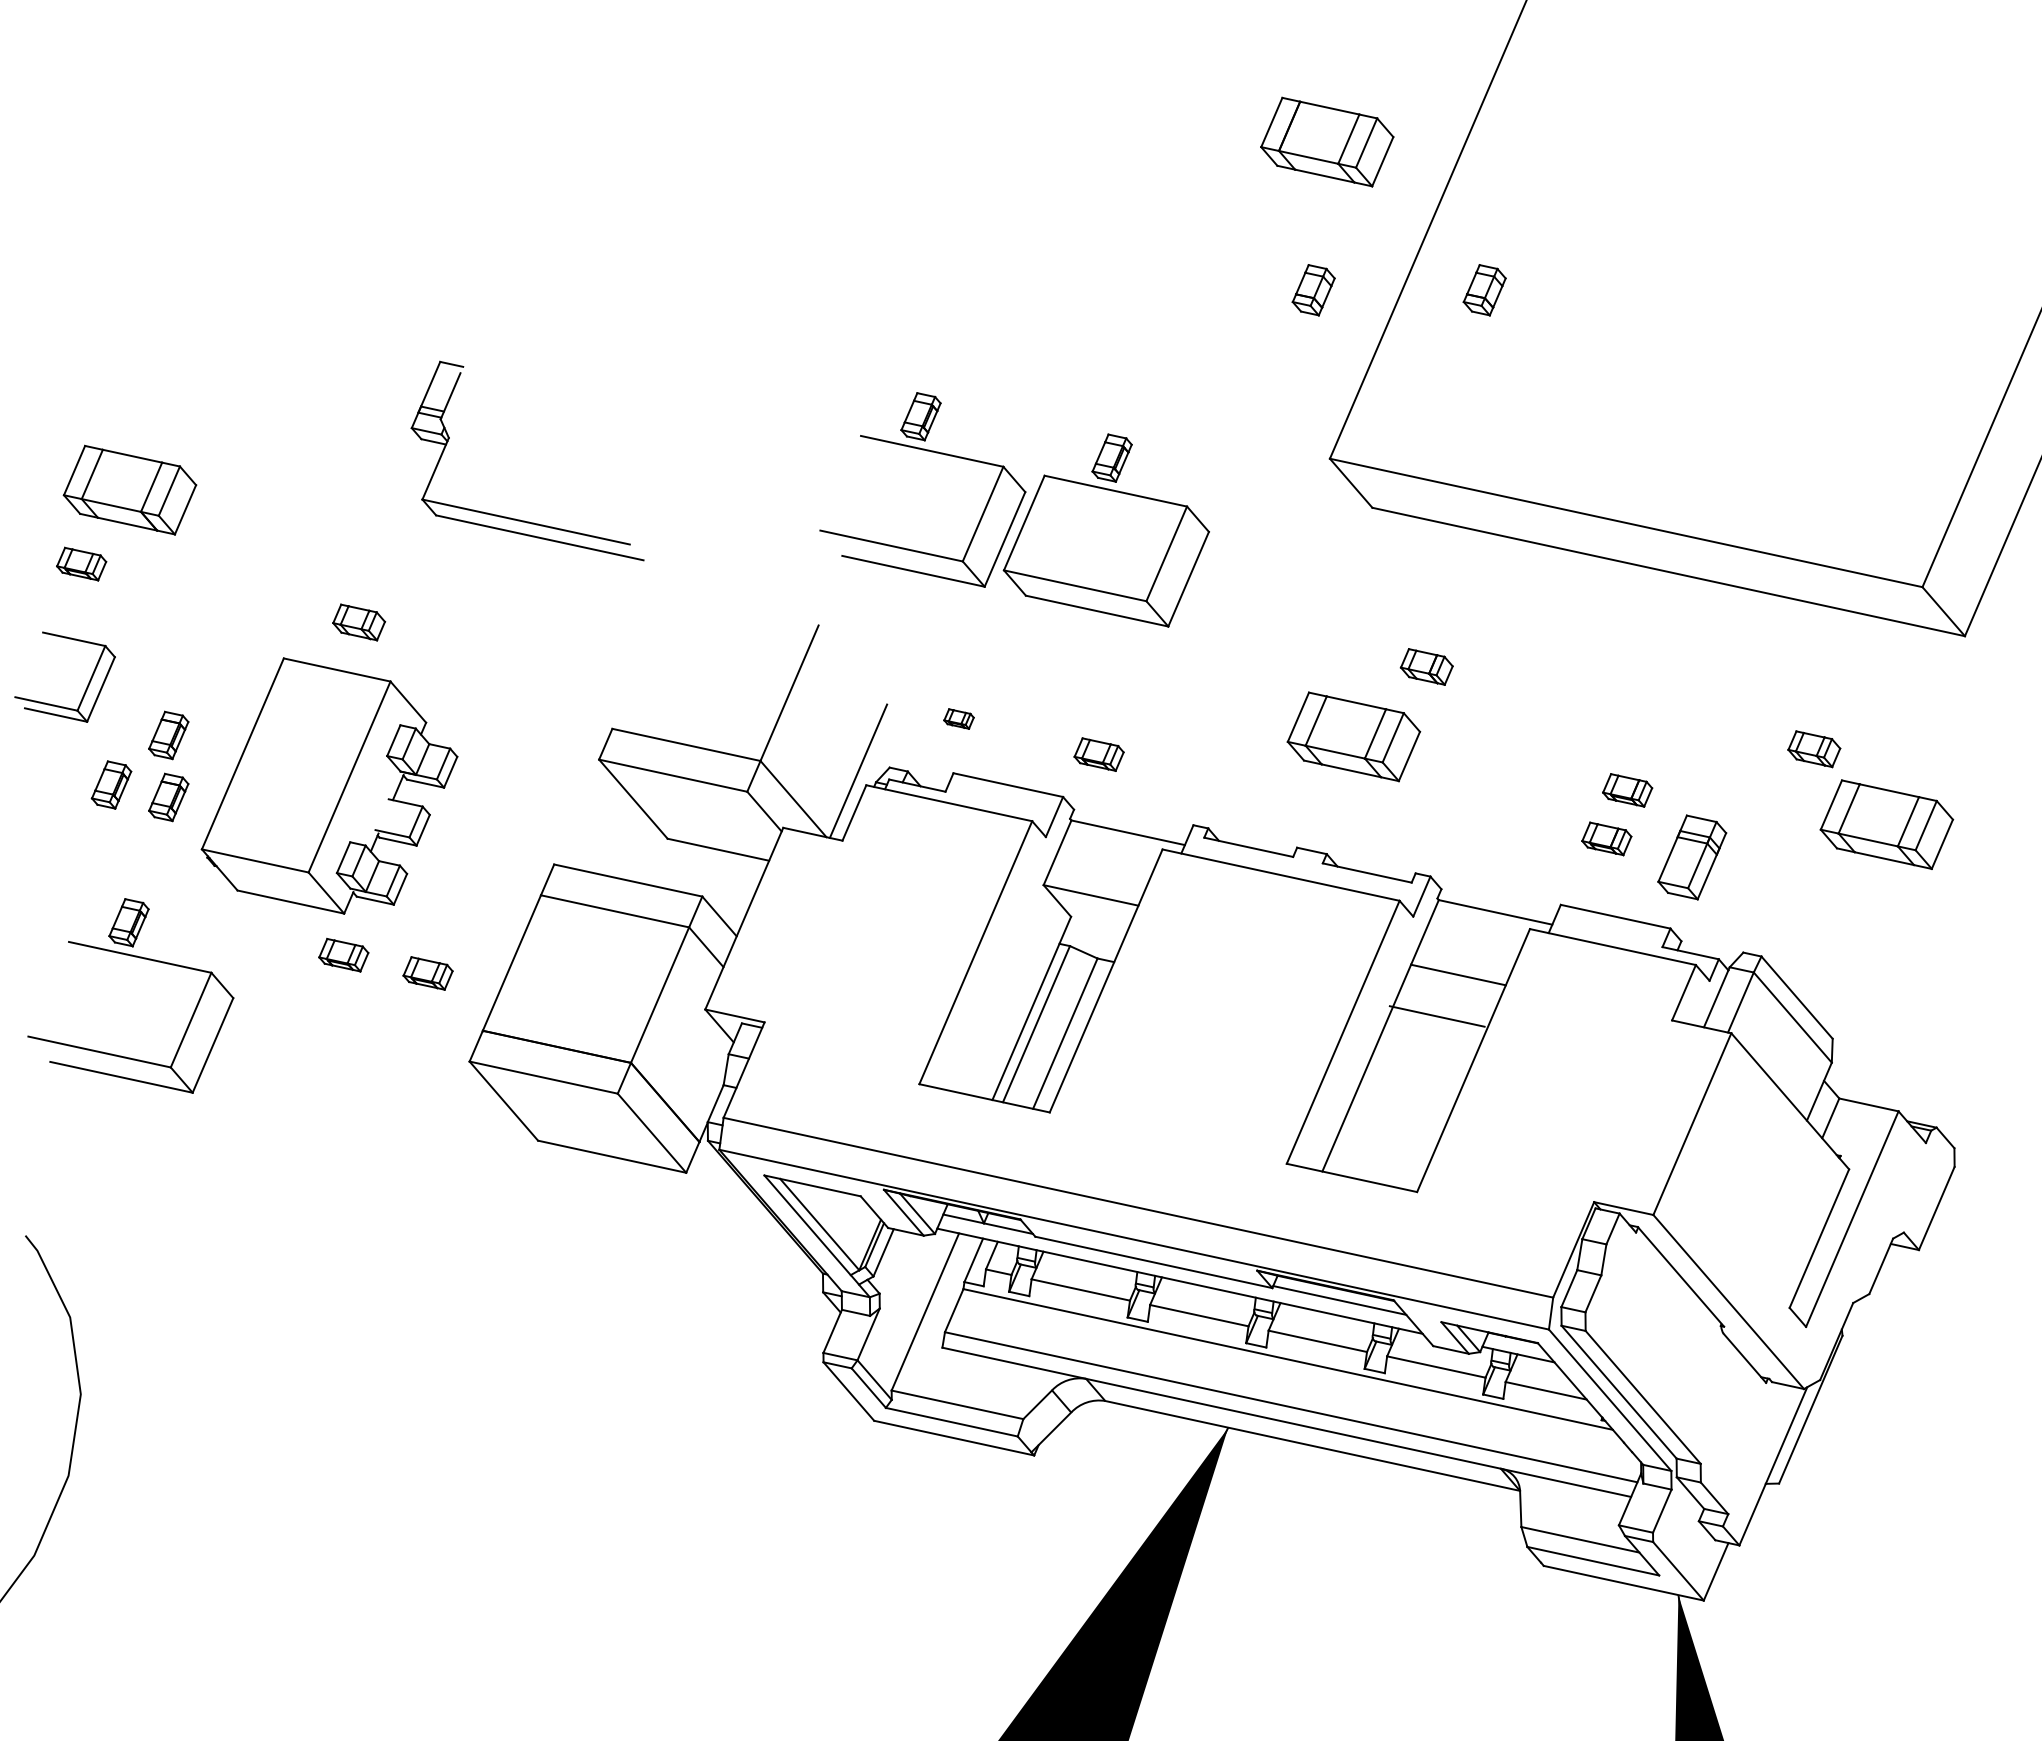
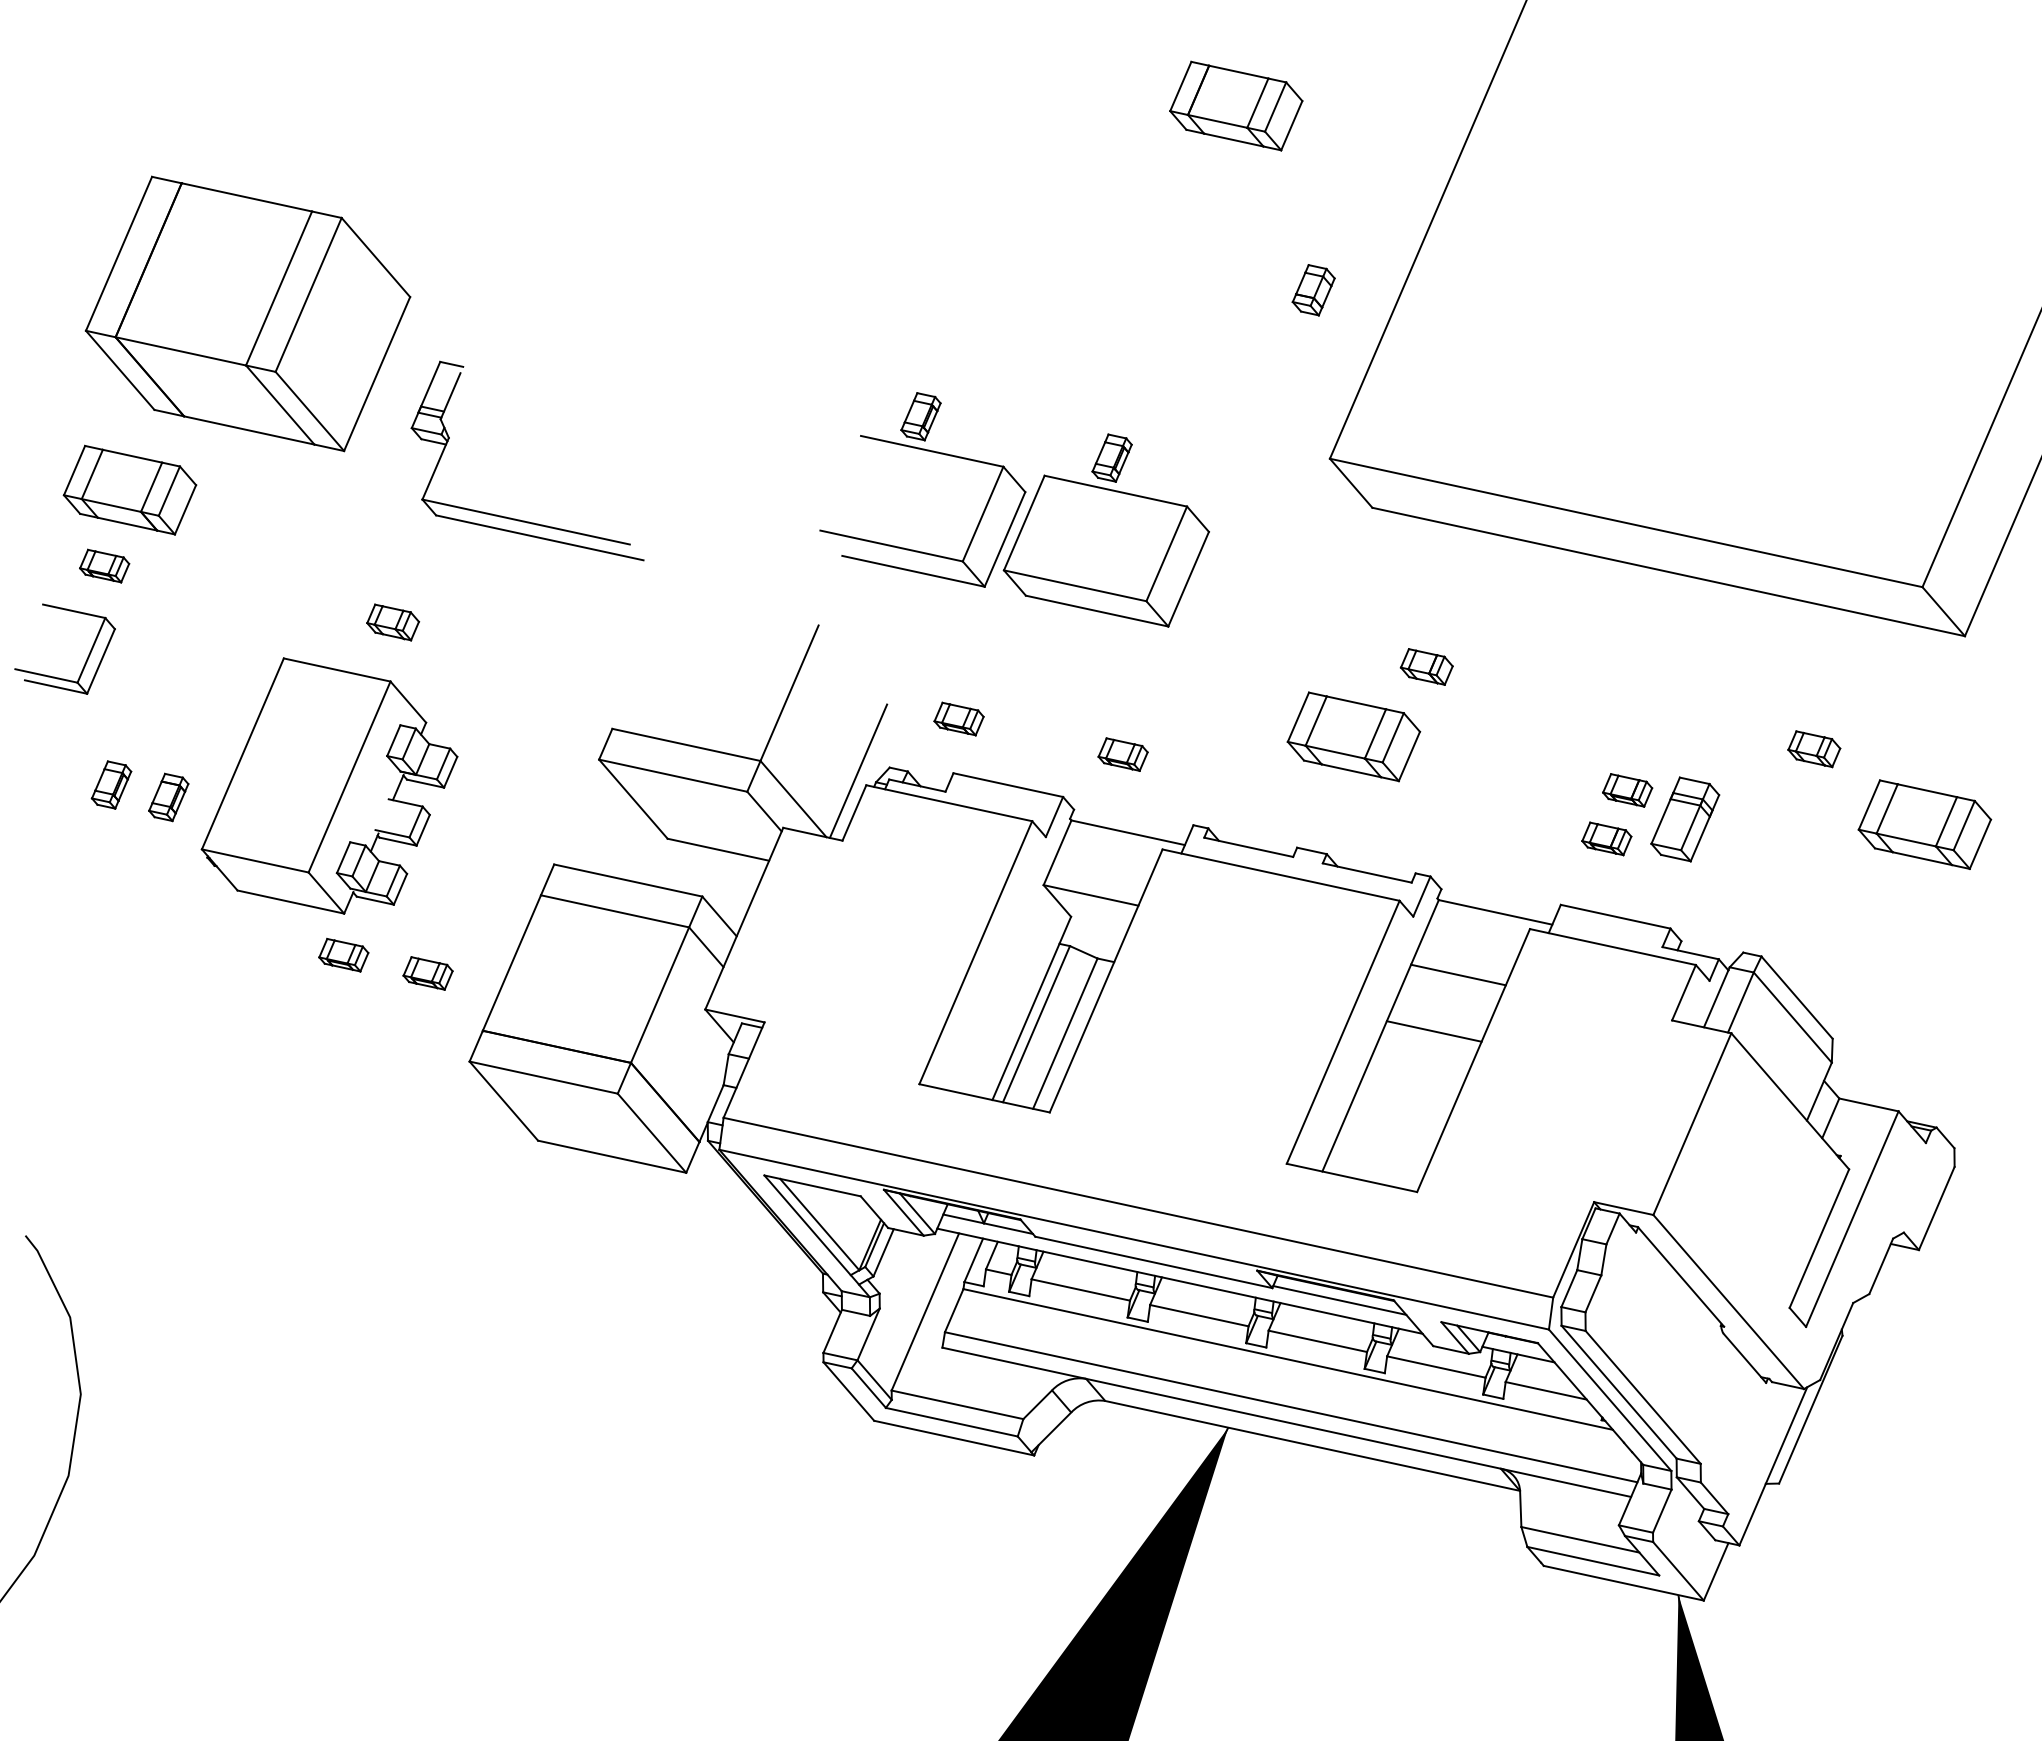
part at (1327, 141) position: (1327, 141) -> (1236, 105)
part at (1484, 290): present -> none
part at (247, 313): none -> present
part at (81, 563) position: (81, 563) -> (104, 565)
part at (359, 622) position: (359, 622) -> (393, 622)
part at (87, 684) position: (87, 684) -> (87, 656)
part at (958, 718) size: 32x22 px -> 52x36 px
part at (168, 735): present -> none
part at (1098, 754) position: (1098, 754) -> (1122, 754)
part at (1886, 824) position: (1886, 824) -> (1924, 824)
part at (1692, 857) position: (1692, 857) -> (1685, 819)
part at (139, 958): present -> none
line at (1436, 1016) position: (1436, 1016) -> (1433, 1031)
